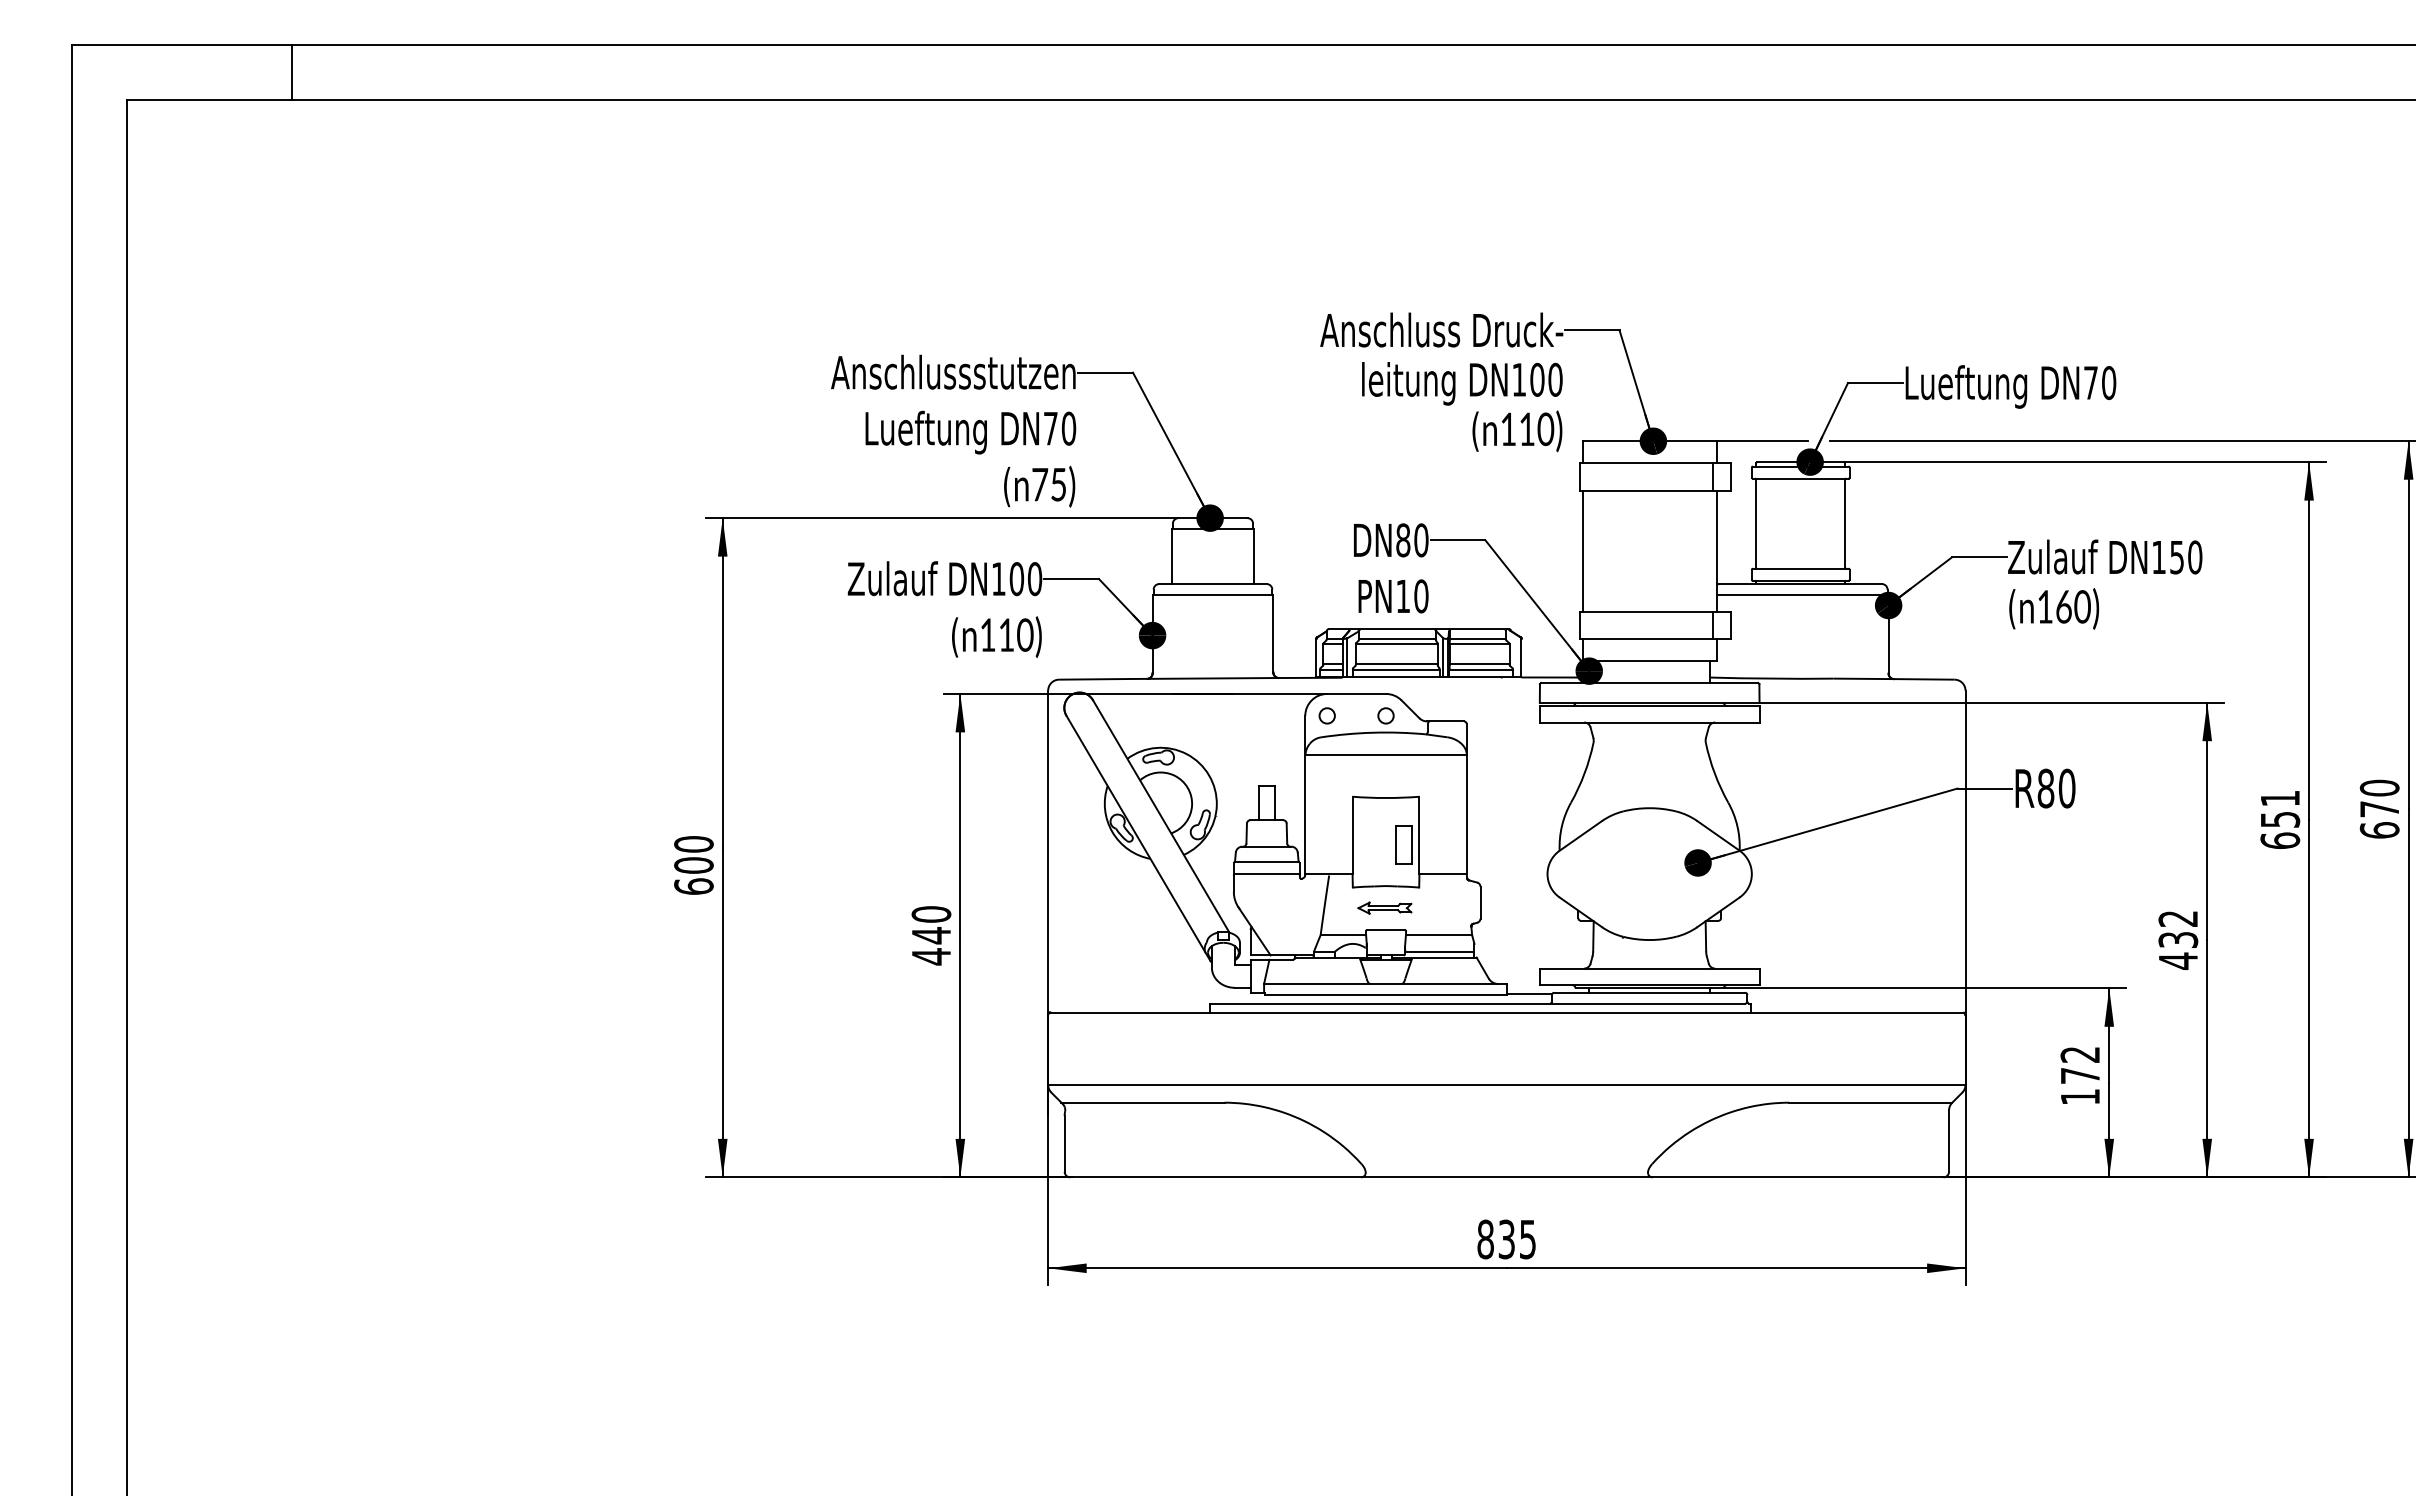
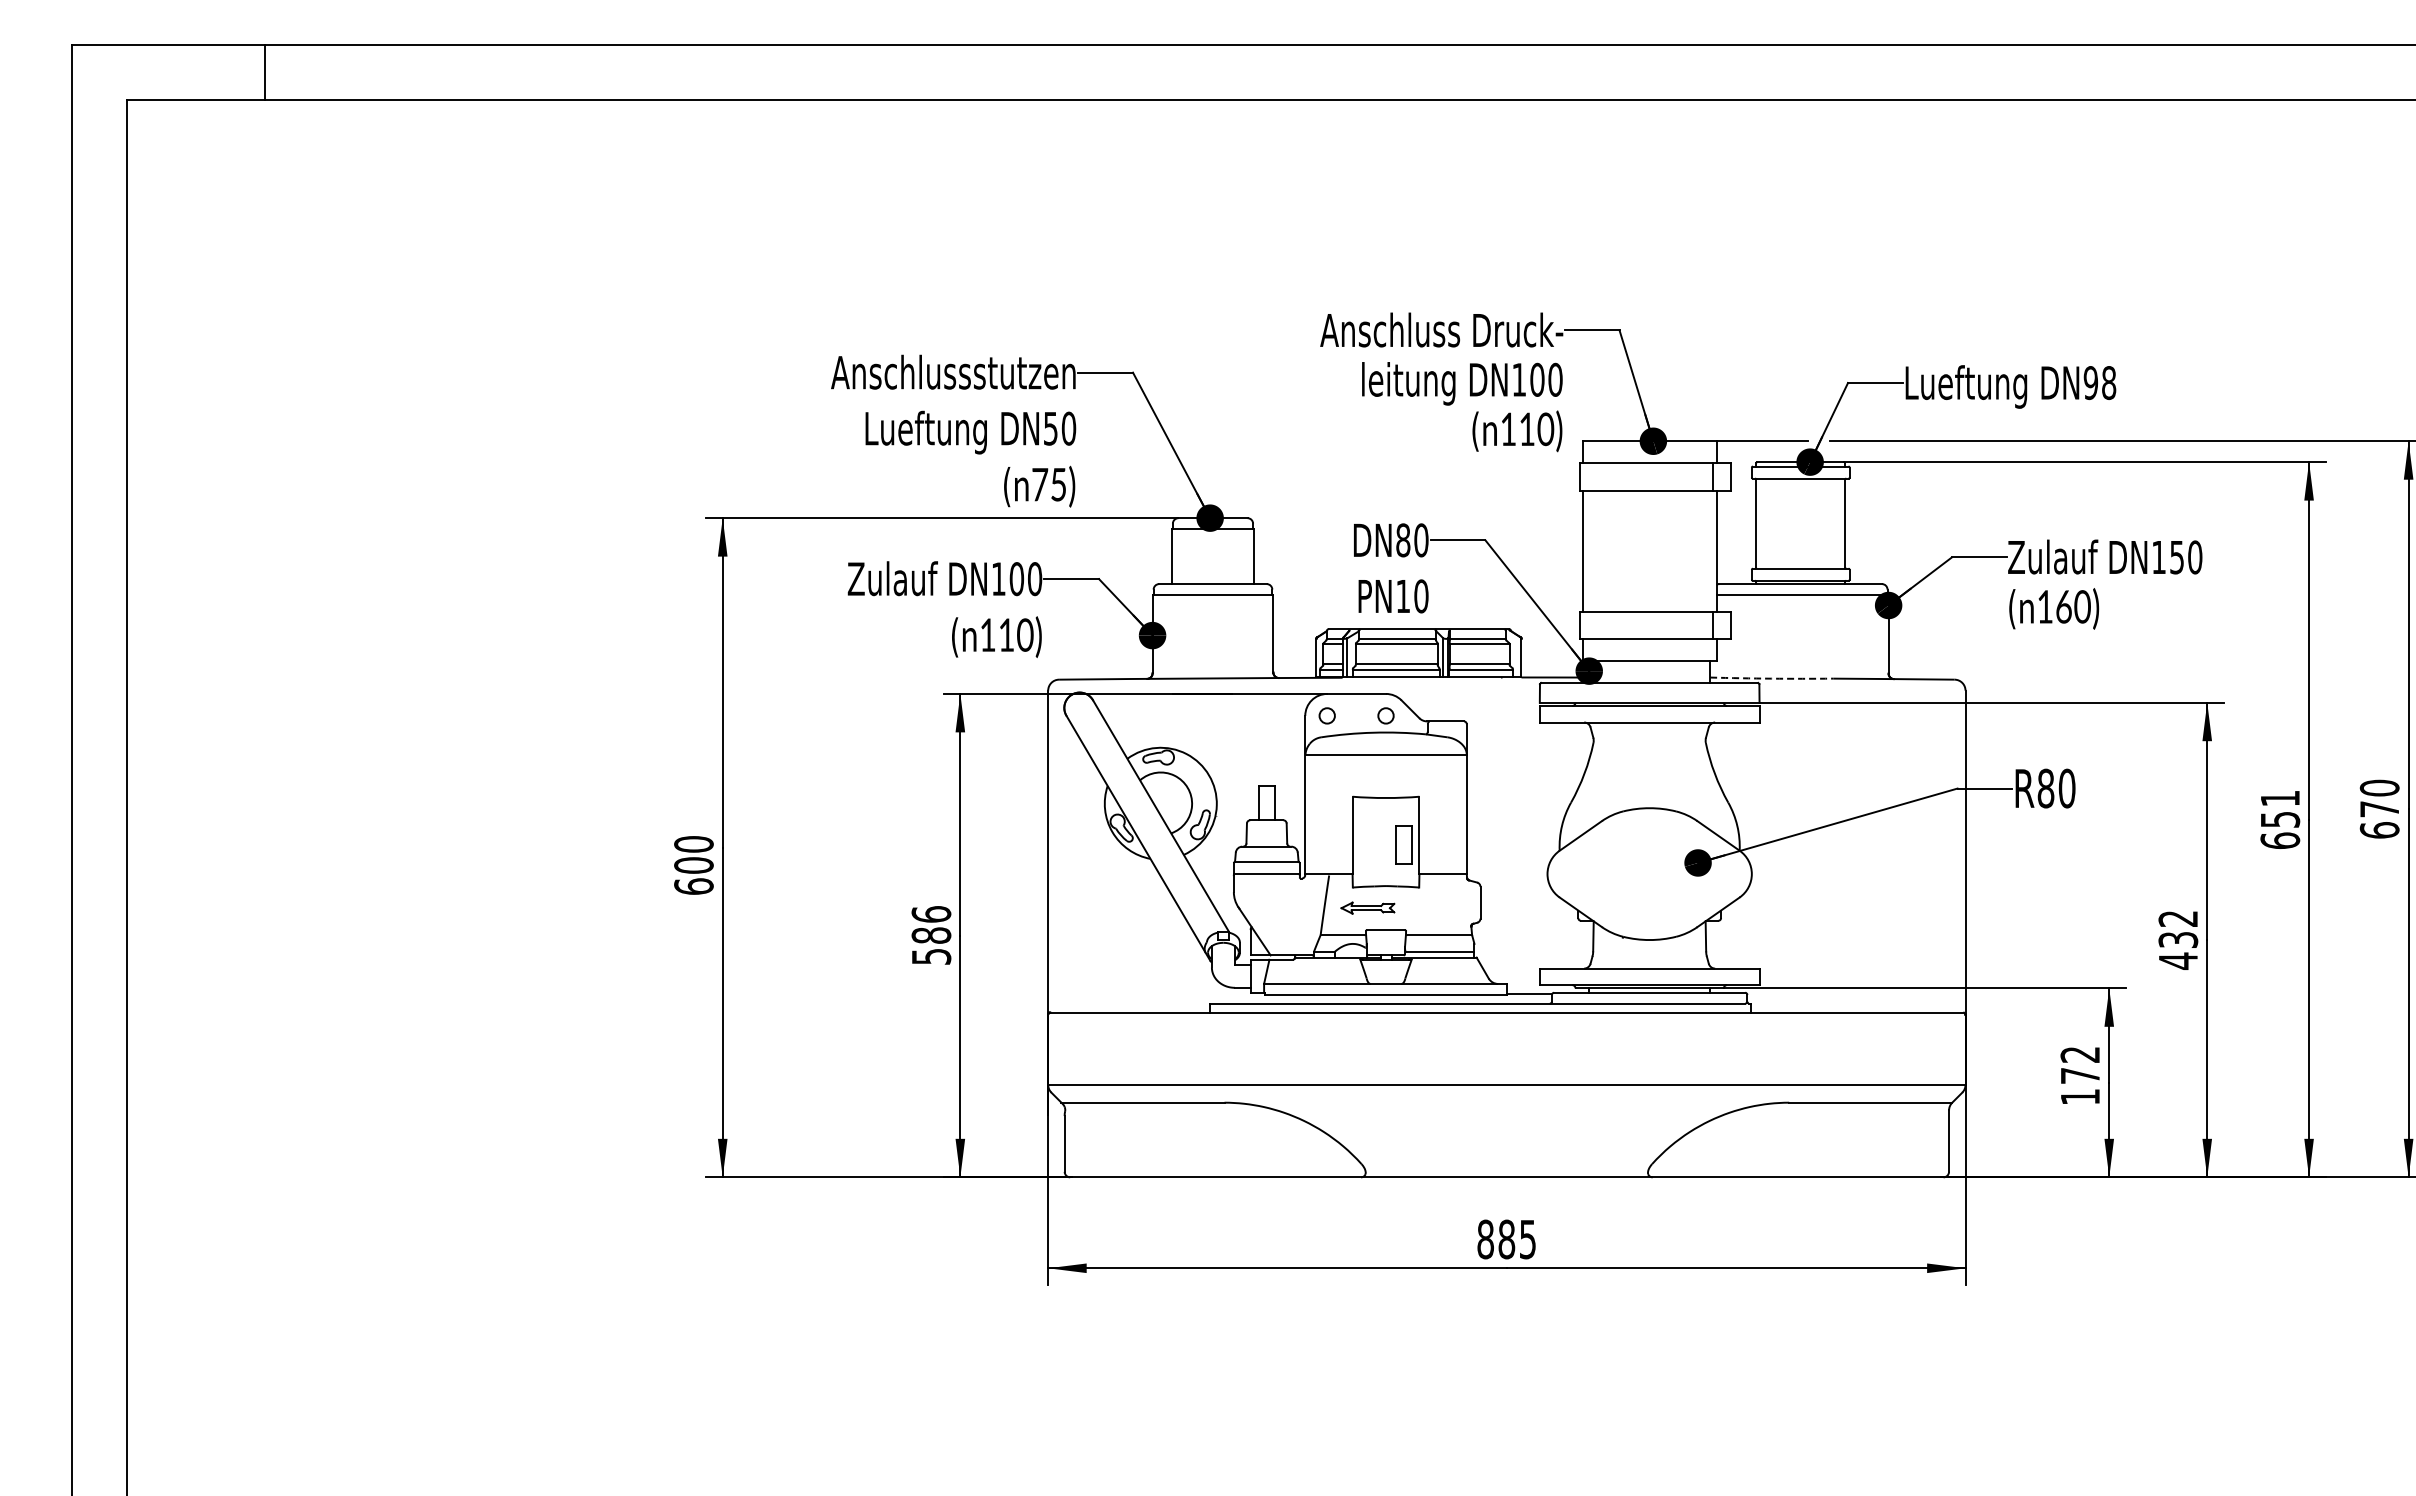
line at (292, 71) position: (292, 71) -> (265, 71)
text at (2099, 383): DN70 -> DN98
text at (1050, 428): DN70 -> DN50
arc at (1771, 678): solid -> dashed
part at (1384, 907) position: (1384, 907) -> (1367, 907)
text at (931, 935): 440 -> 586
text at (1506, 1239): 835 -> 885
